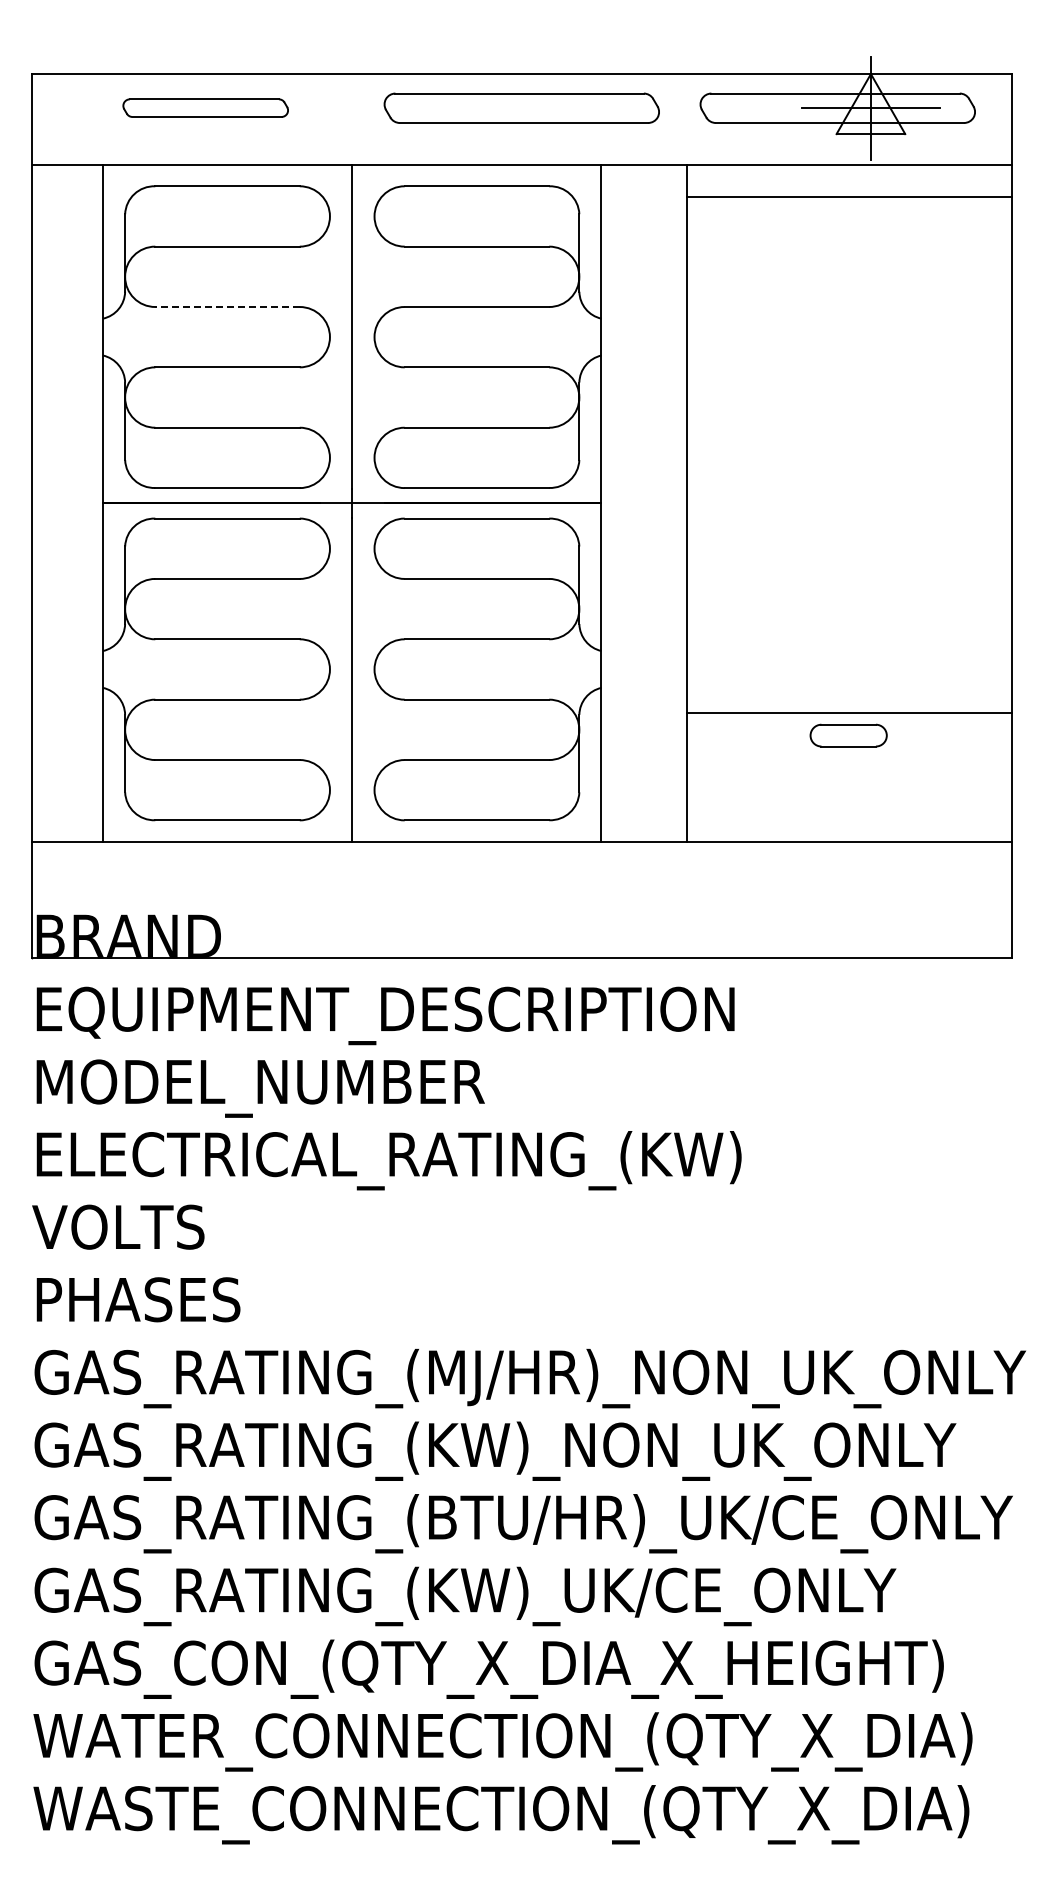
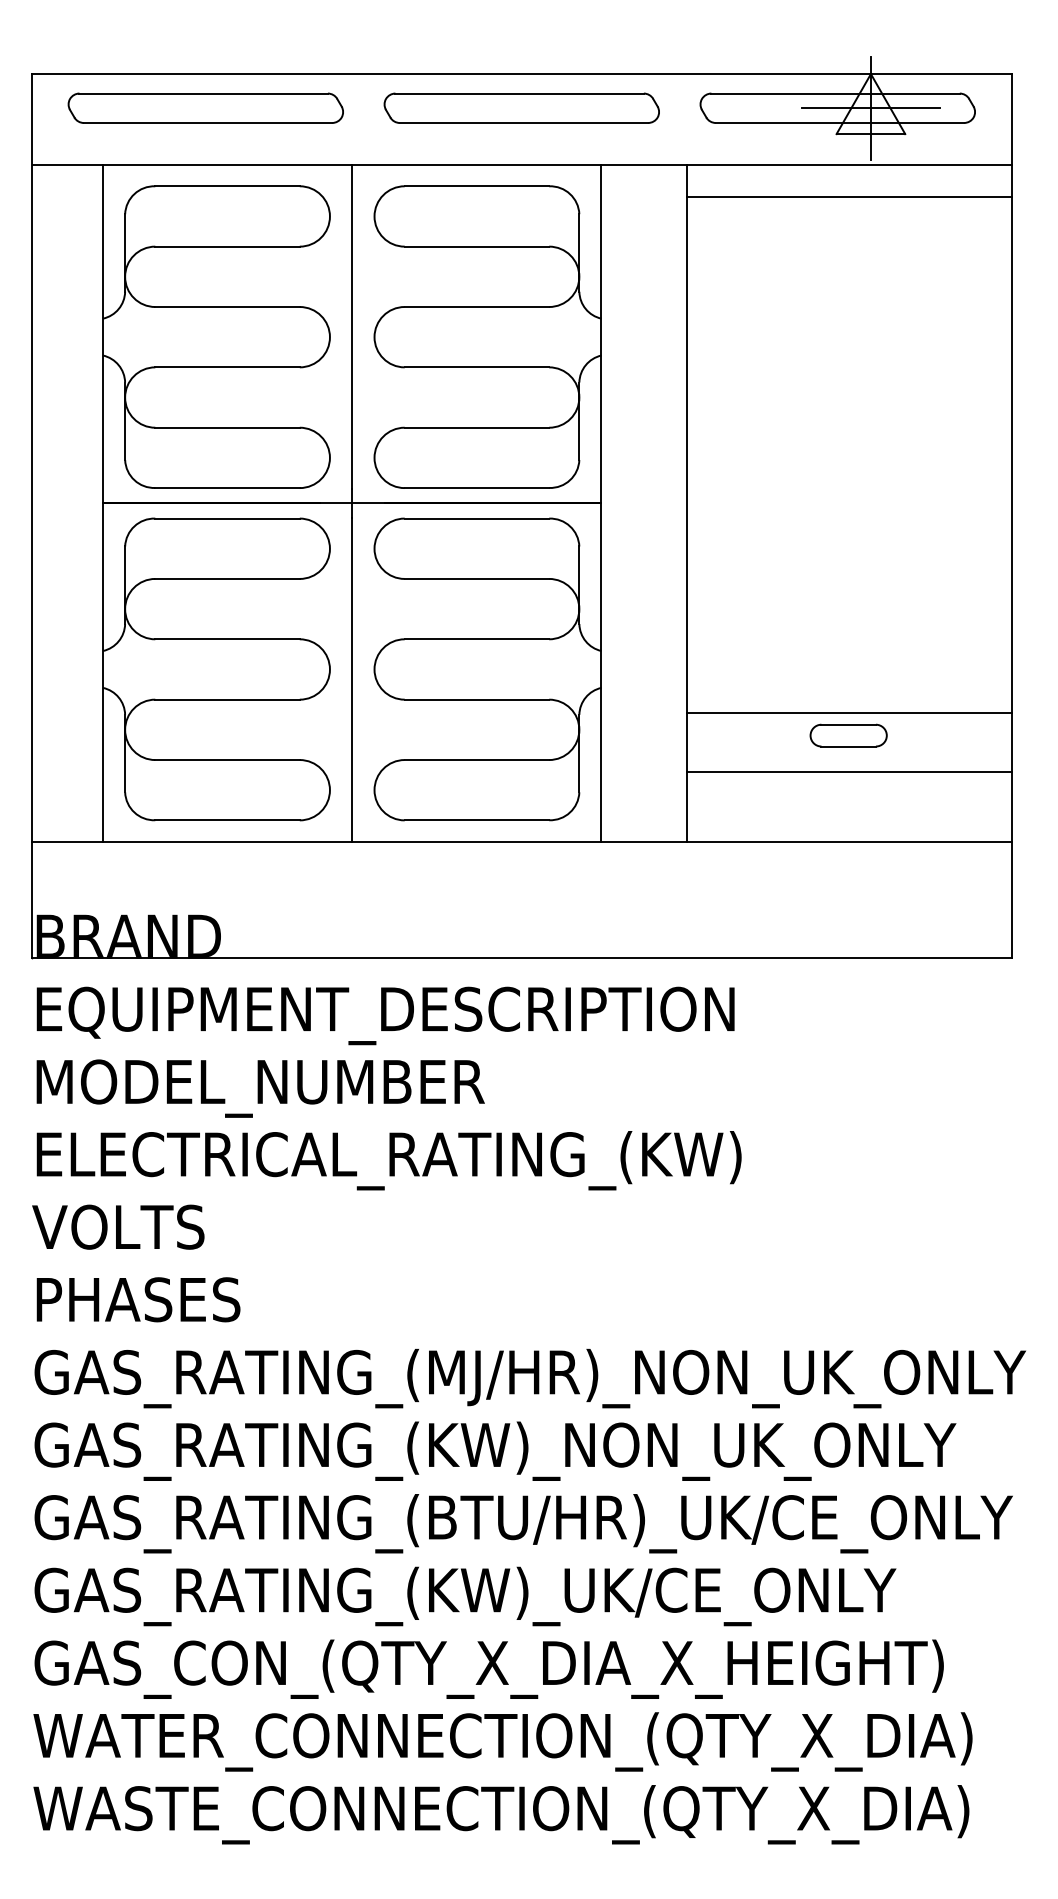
part at (205, 107) size: 167x20 px -> 277x32 px
line at (227, 307): dashed -> solid
line at (849, 772): none -> present
